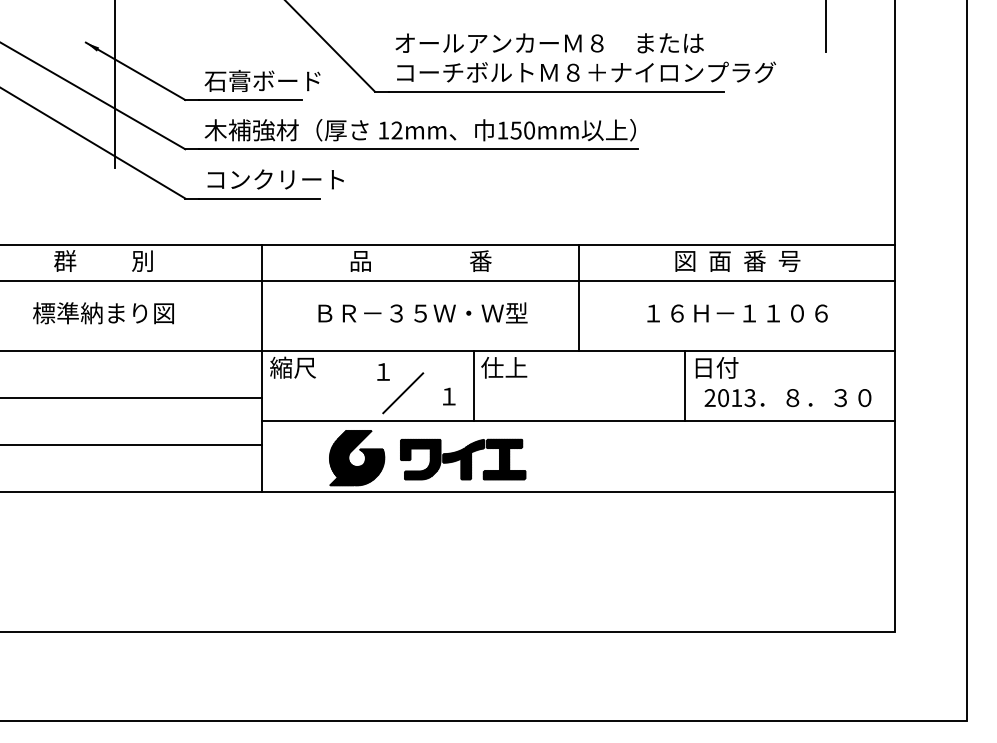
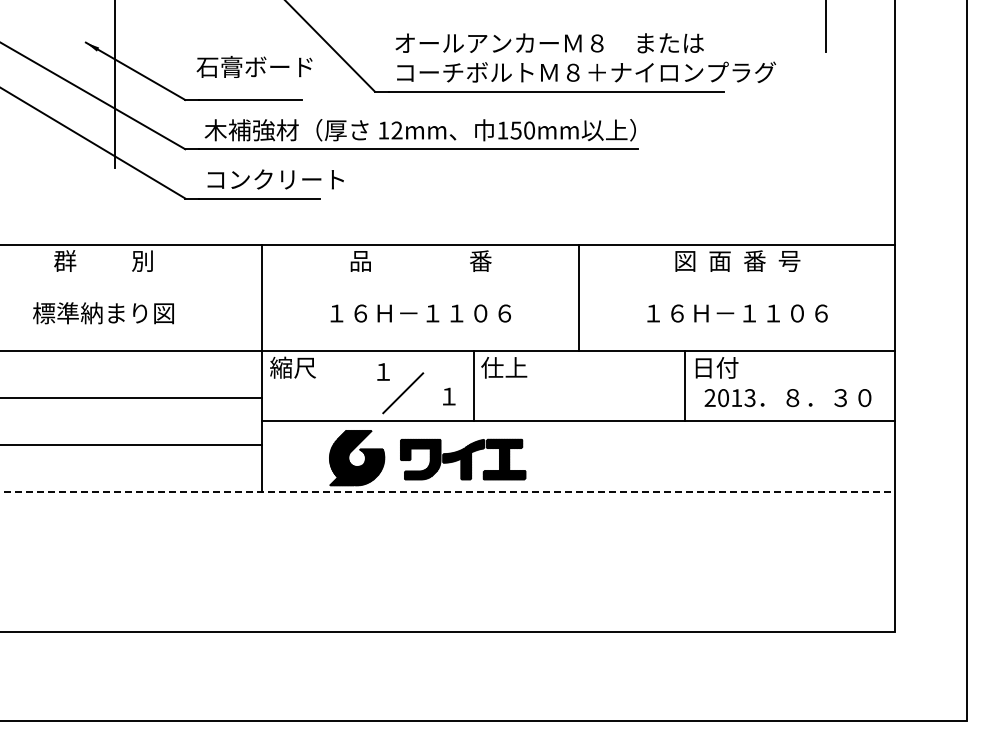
text at (262, 80) position: (262, 80) -> (254, 66)
line at (448, 280): present -> none
text at (422, 312): ＢＲ－３５Ｗ・Ｗ型 -> １６Ｈ－１１０６
line at (448, 491): solid -> dashed
